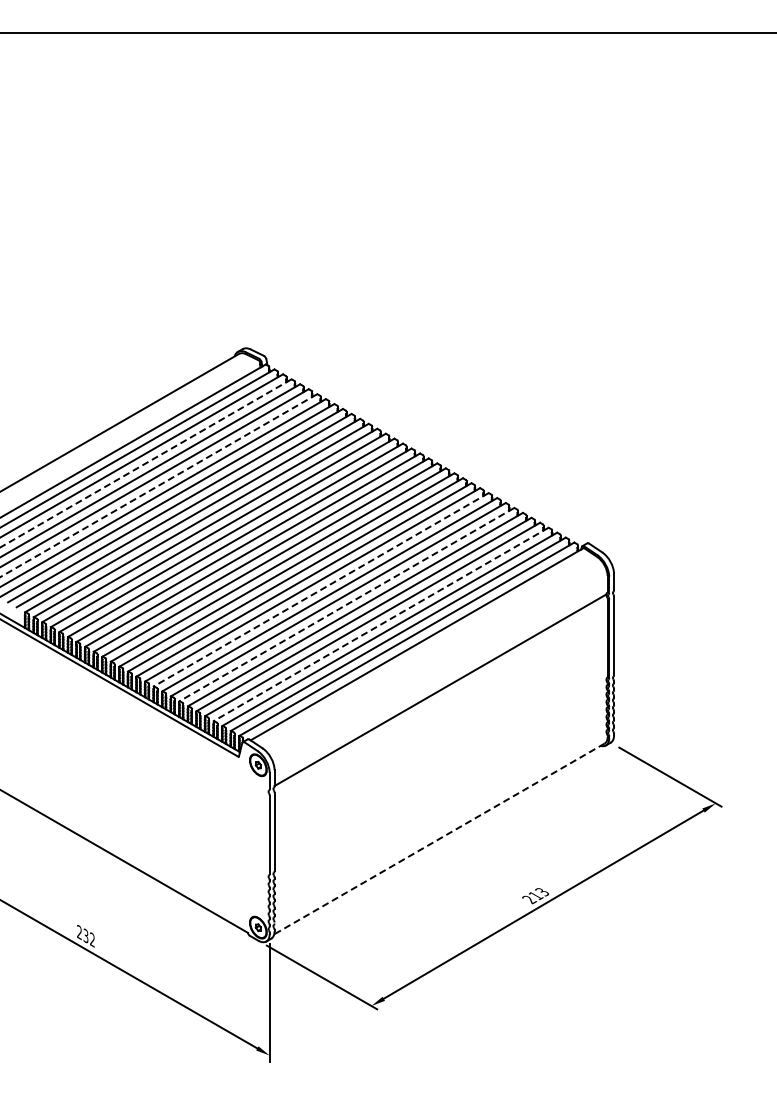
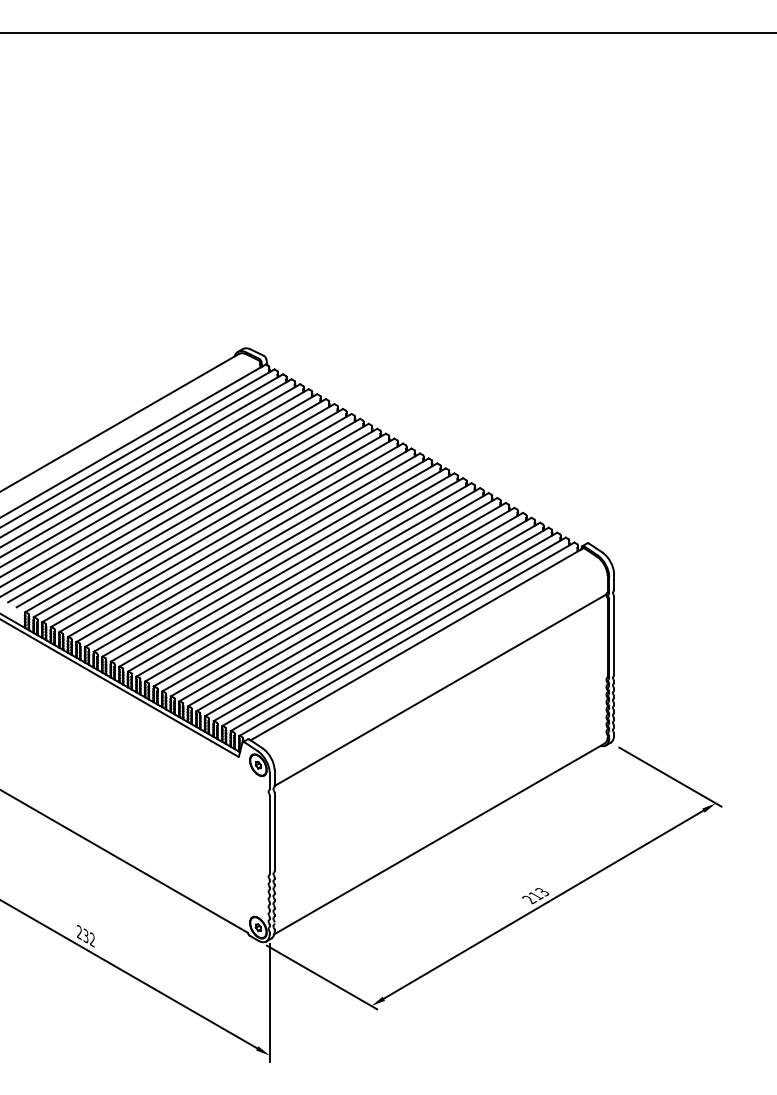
line at (146, 463): dashed -> solid
line at (158, 485): dashed -> solid
line at (320, 590): dashed -> solid
line at (346, 604): dashed -> solid
line at (380, 624): dashed -> solid
line at (439, 838): dashed -> solid
